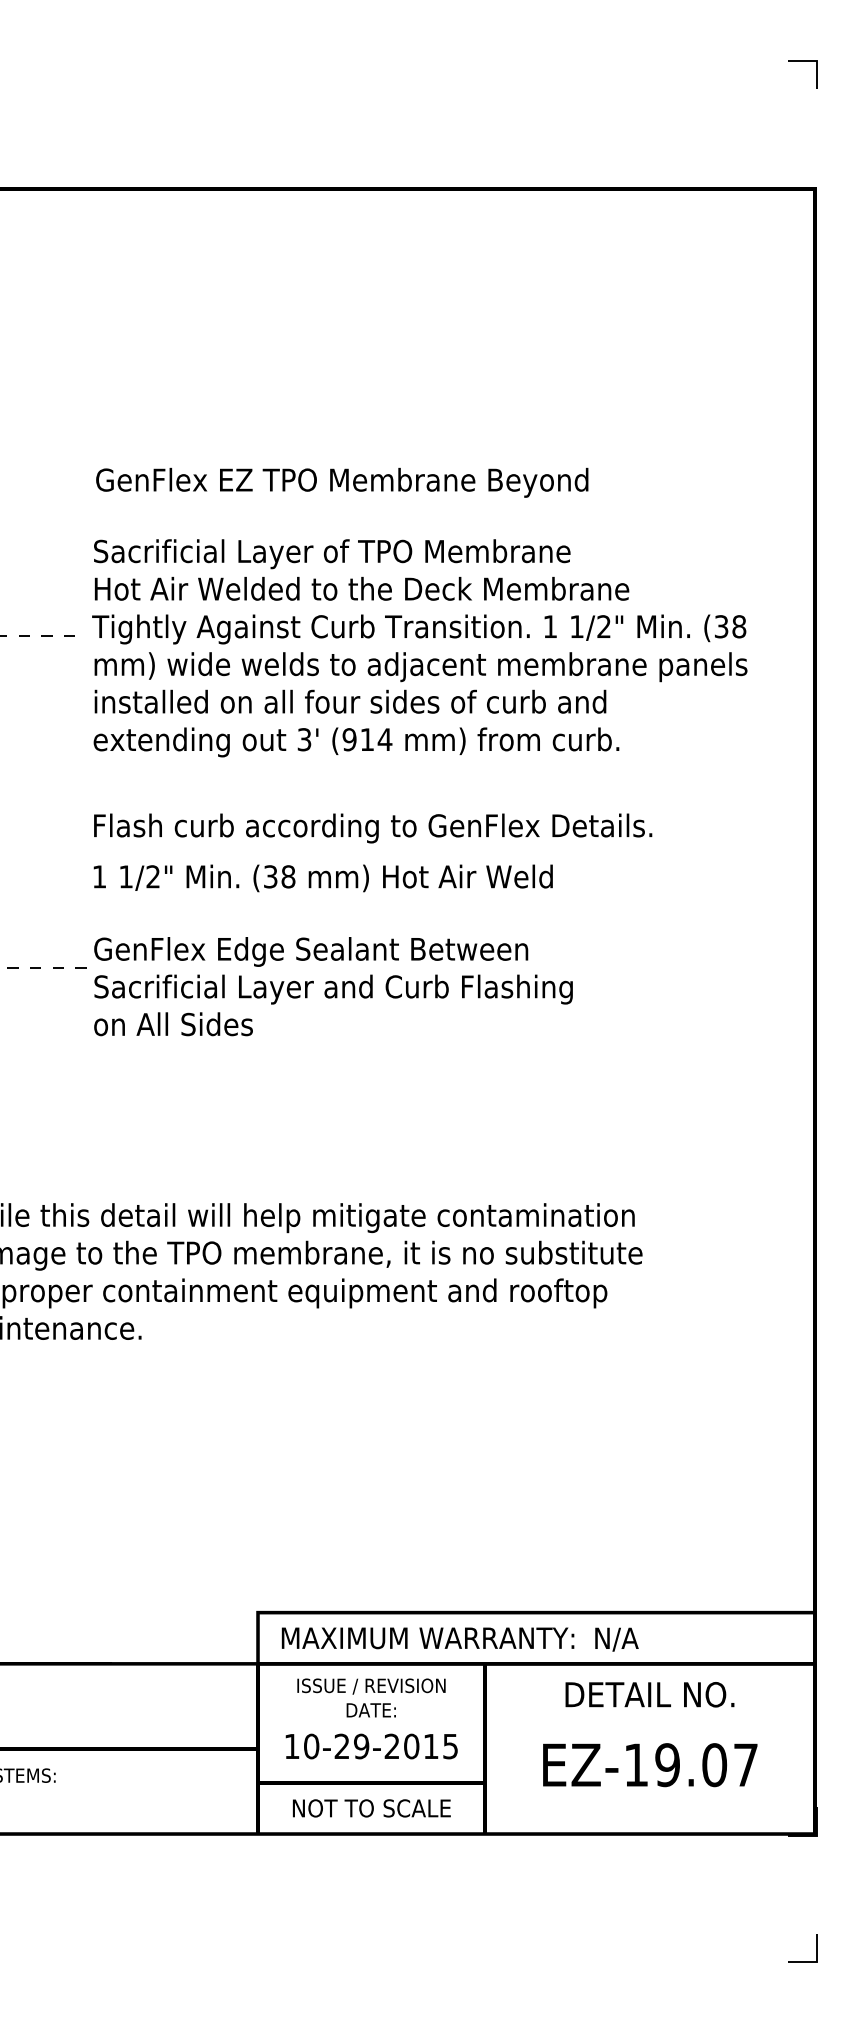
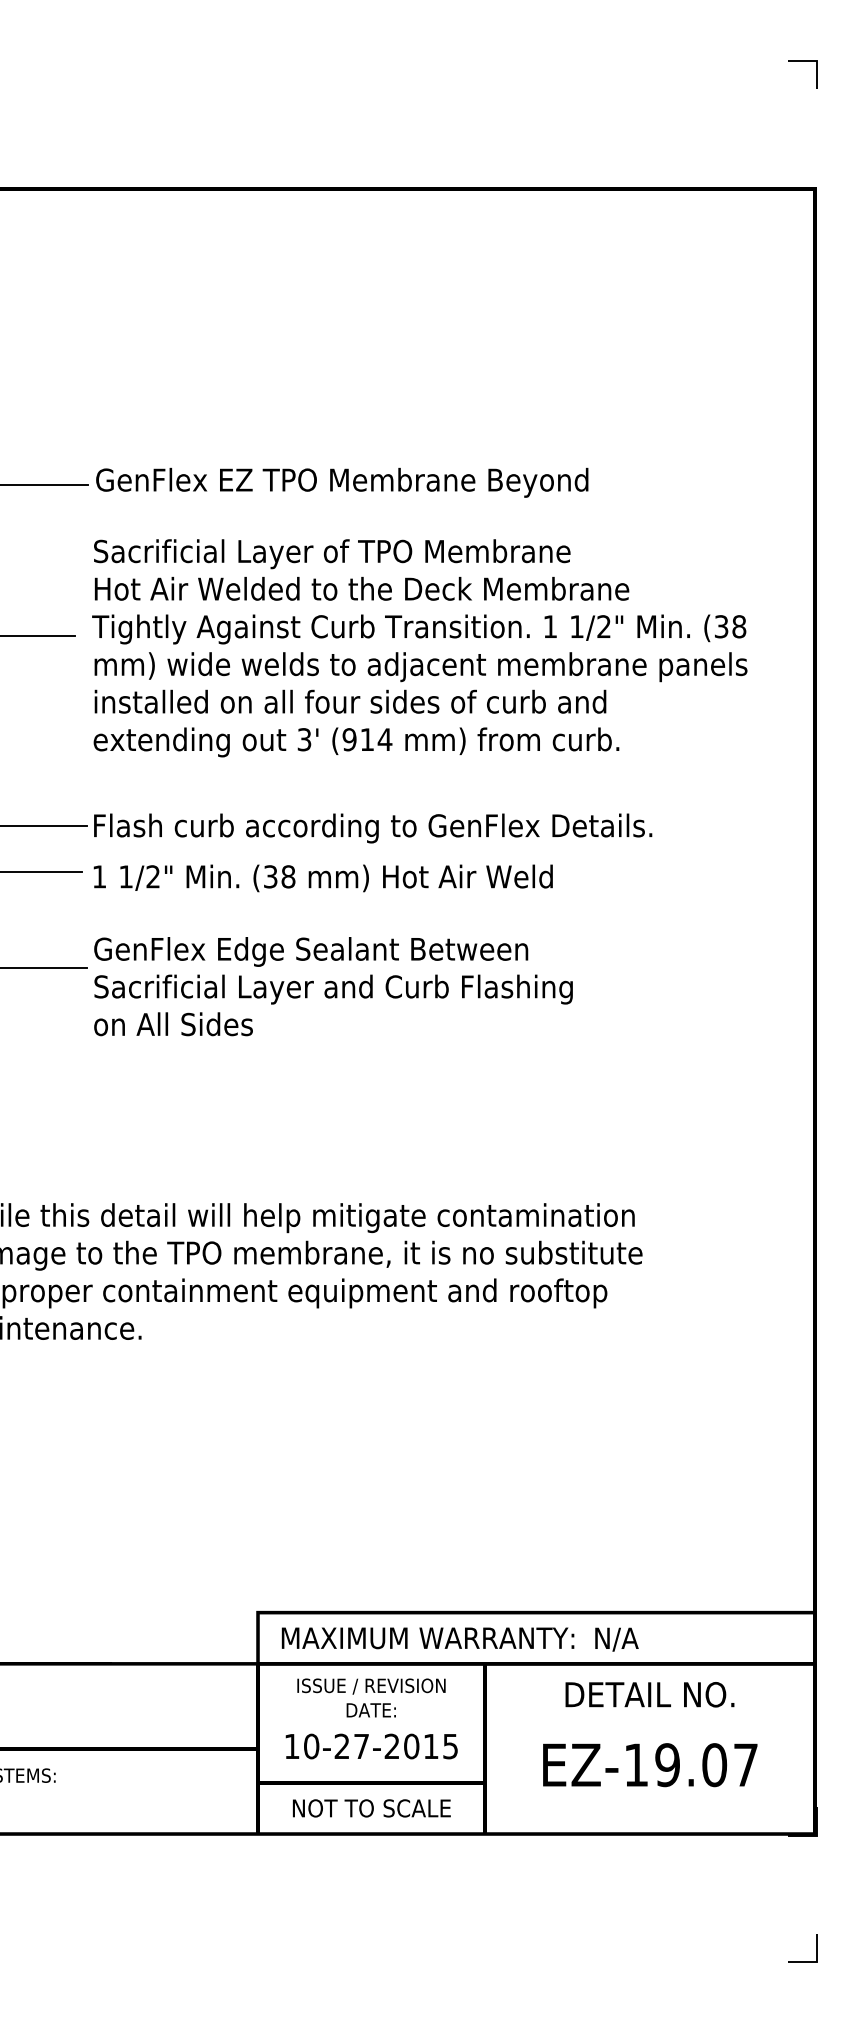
line at (44, 485): none -> present
line at (37, 636): dashed -> solid
line at (44, 825): none -> present
line at (42, 872): none -> present
line at (43, 968): dashed -> solid
text at (361, 1746): 10-29-2015 -> 10-27-2015
